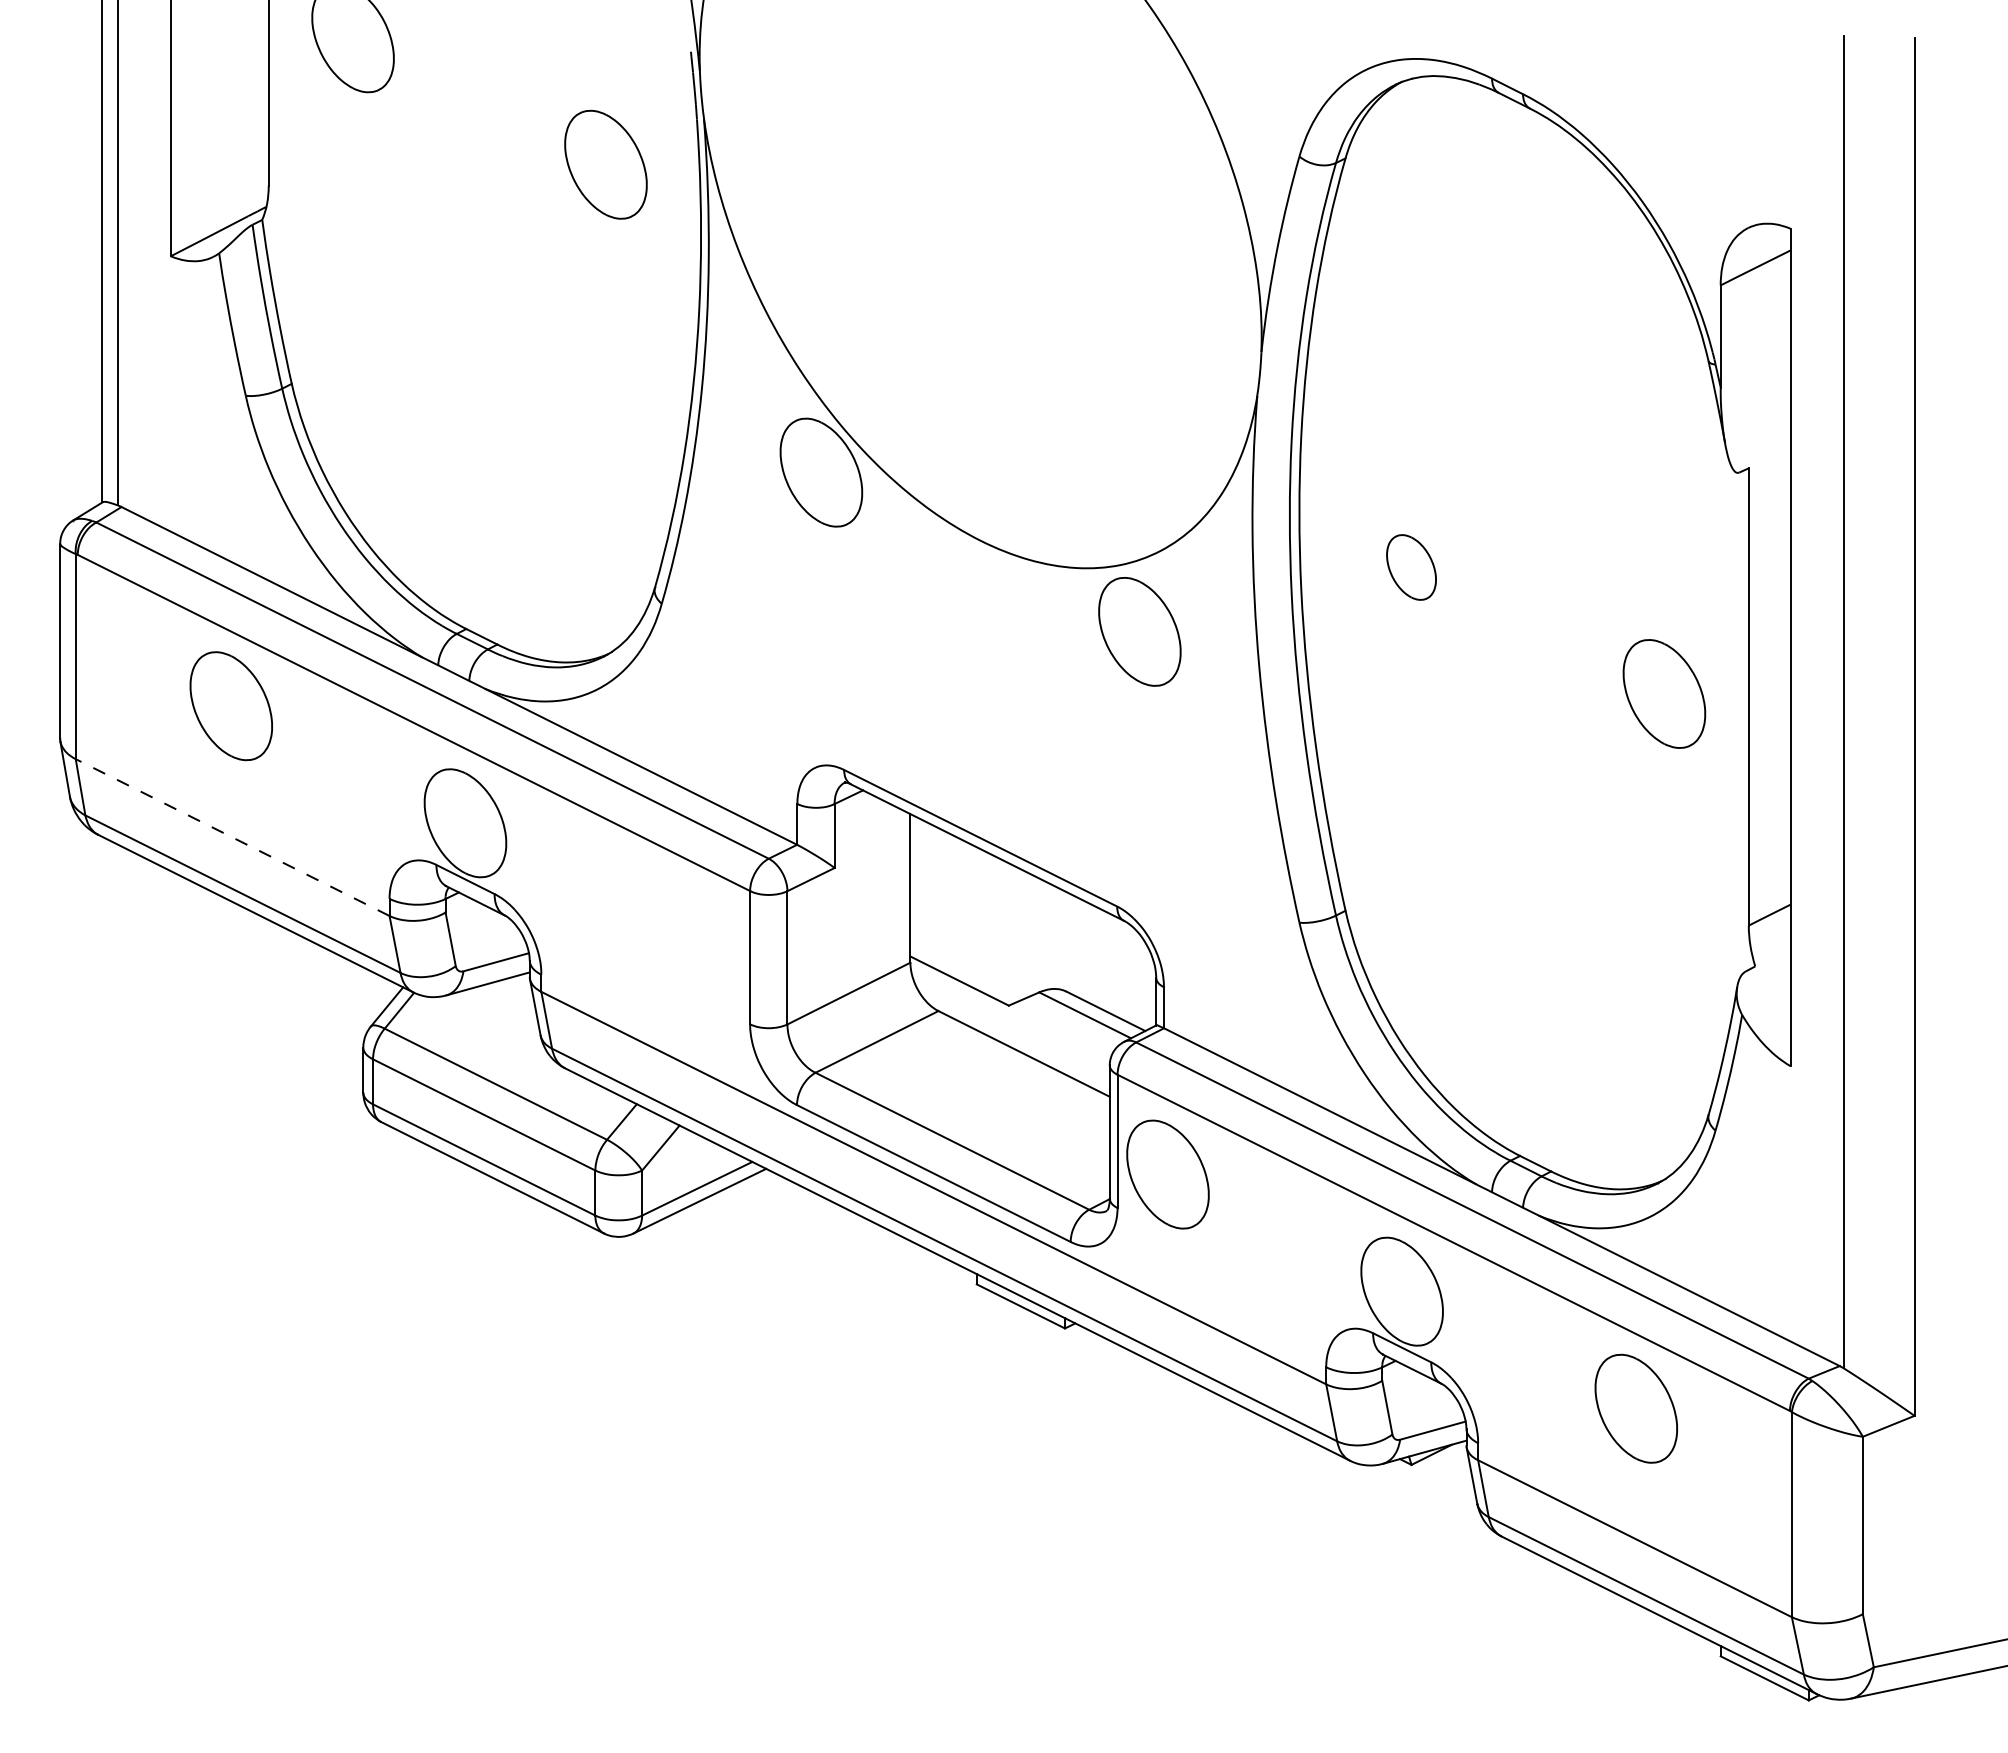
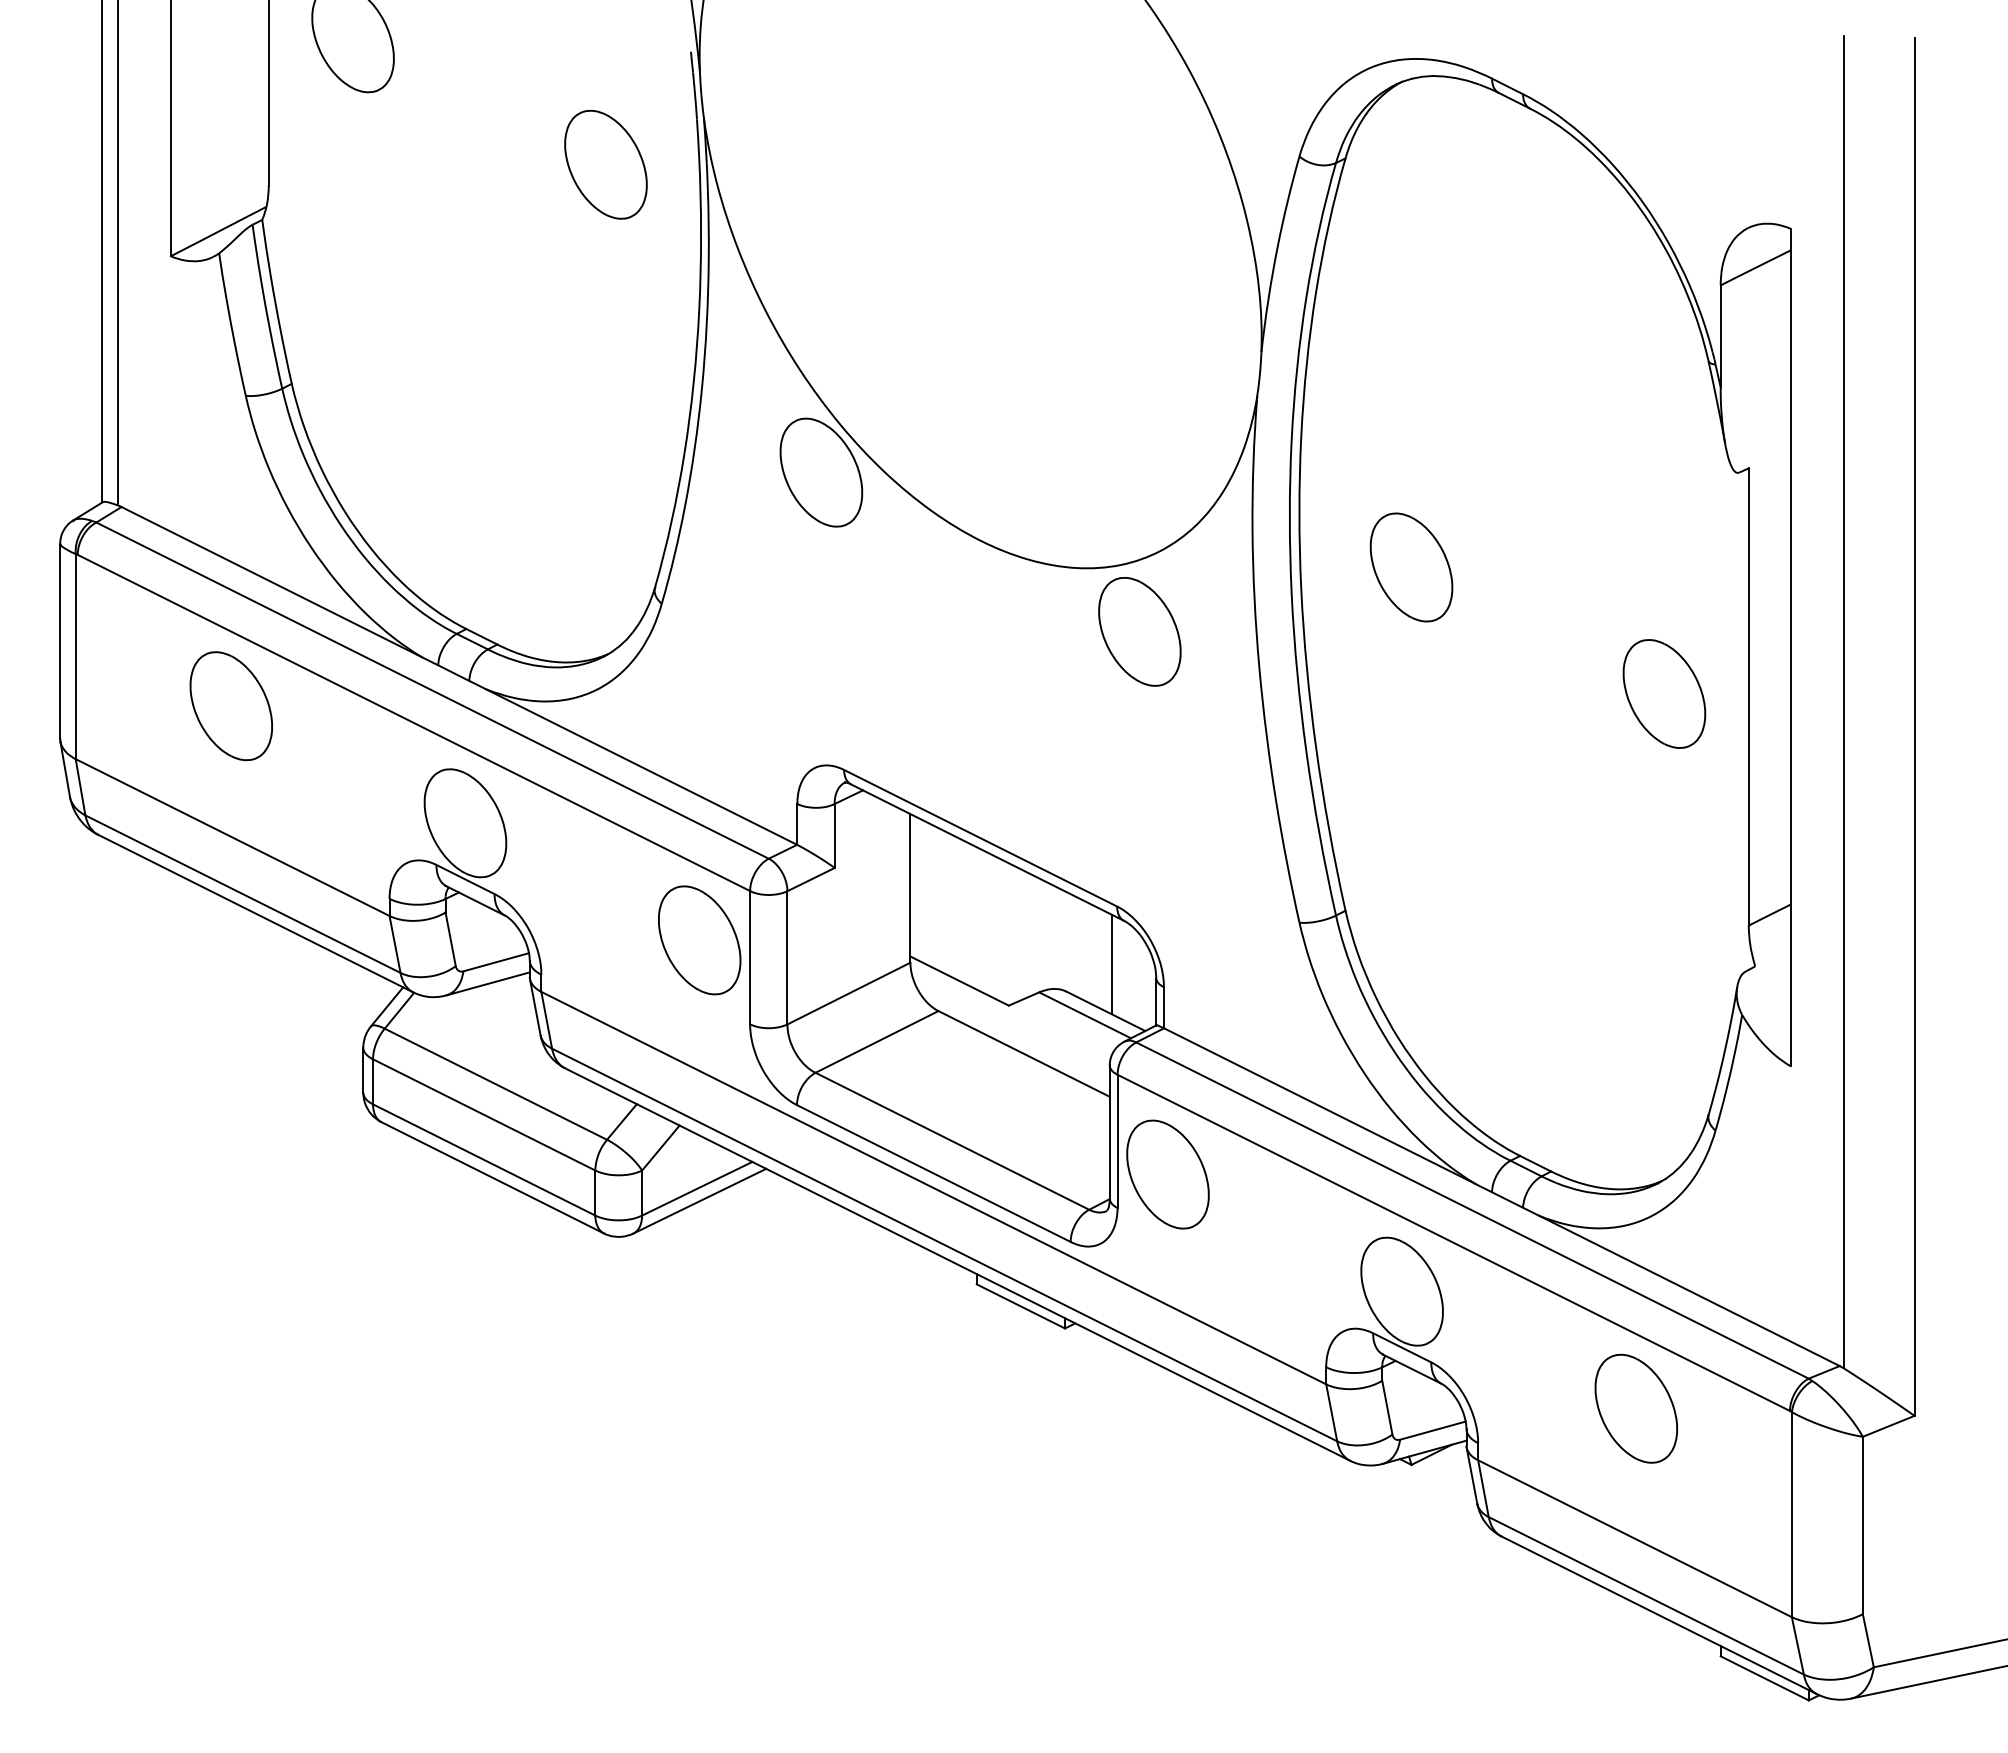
part at (1411, 567) size: 51x67 px -> 85x111 px
line at (232, 837): dashed -> solid
part at (699, 940): none -> present
line at (1111, 964): none -> present
